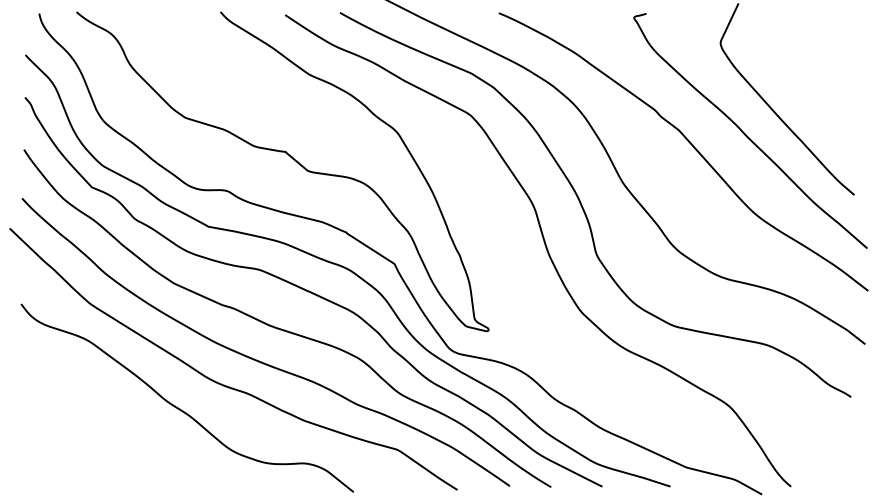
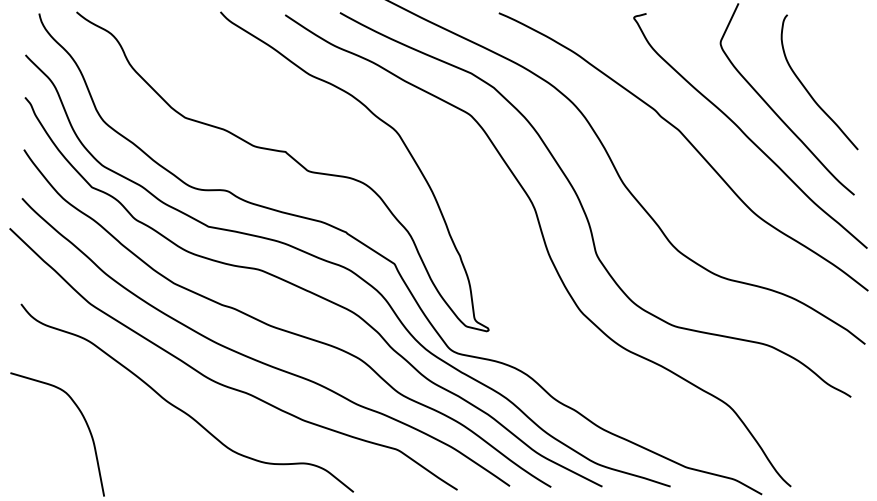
curve at (807, 89): none -> present
curve at (84, 421): none -> present
